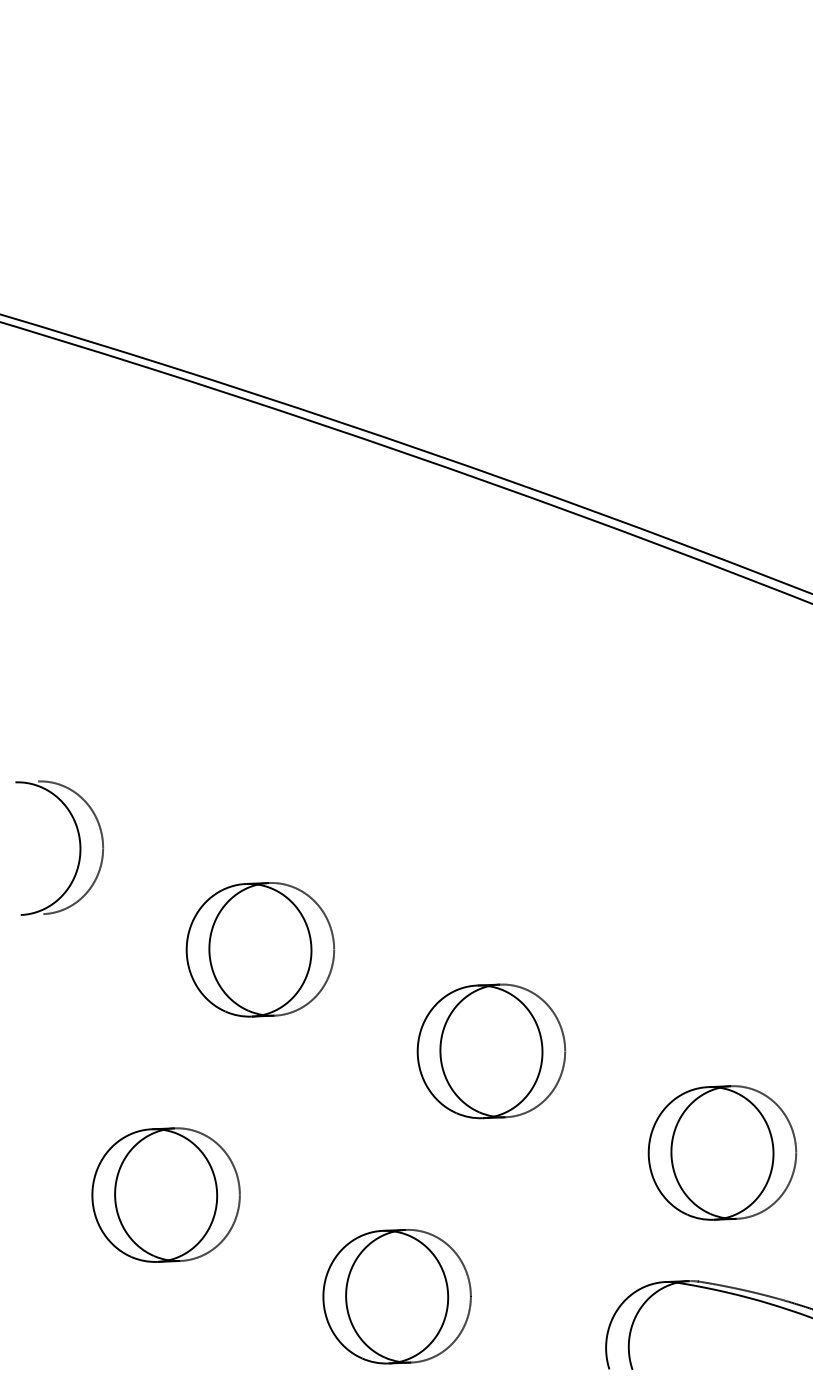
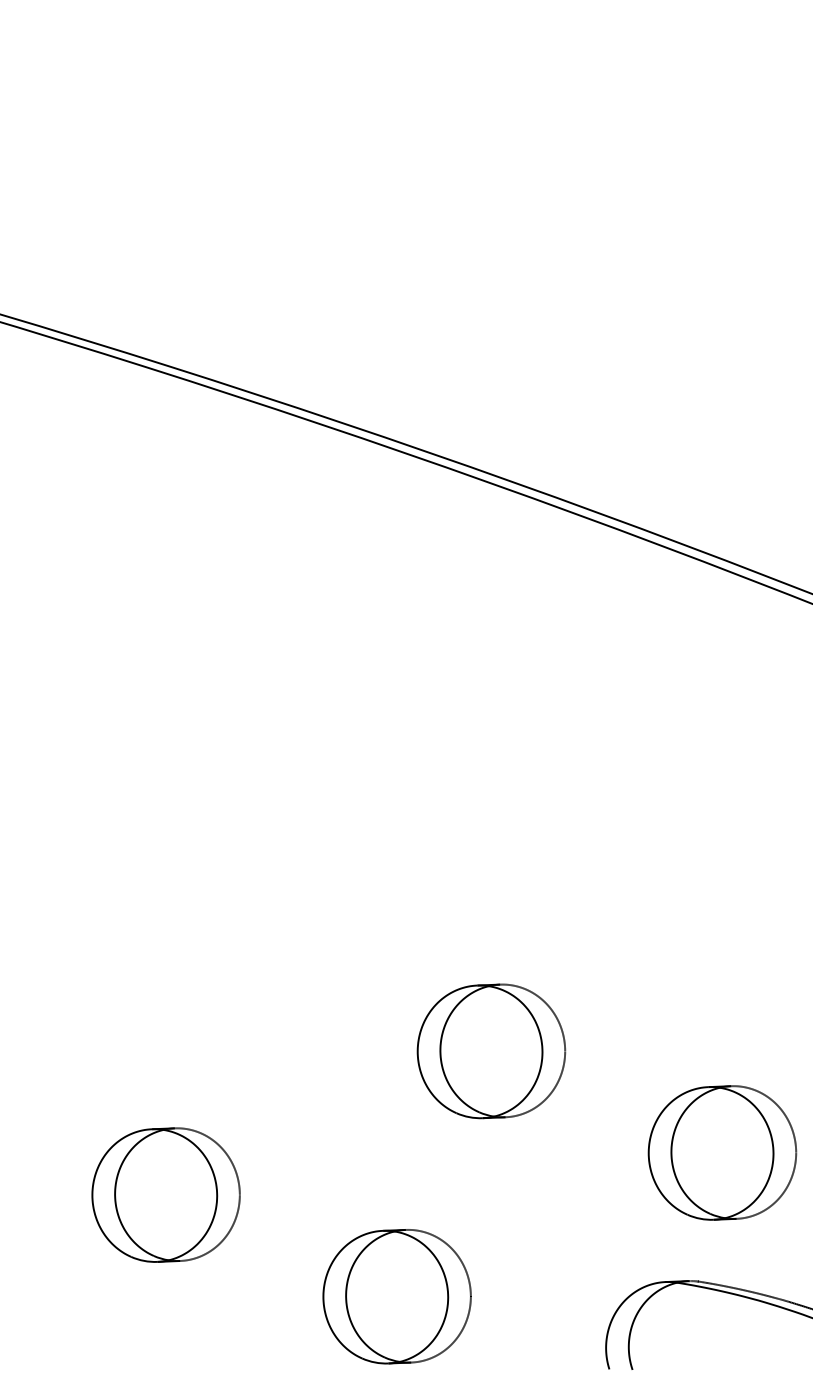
part at (79, 847): present -> none
part at (260, 949): present -> none
